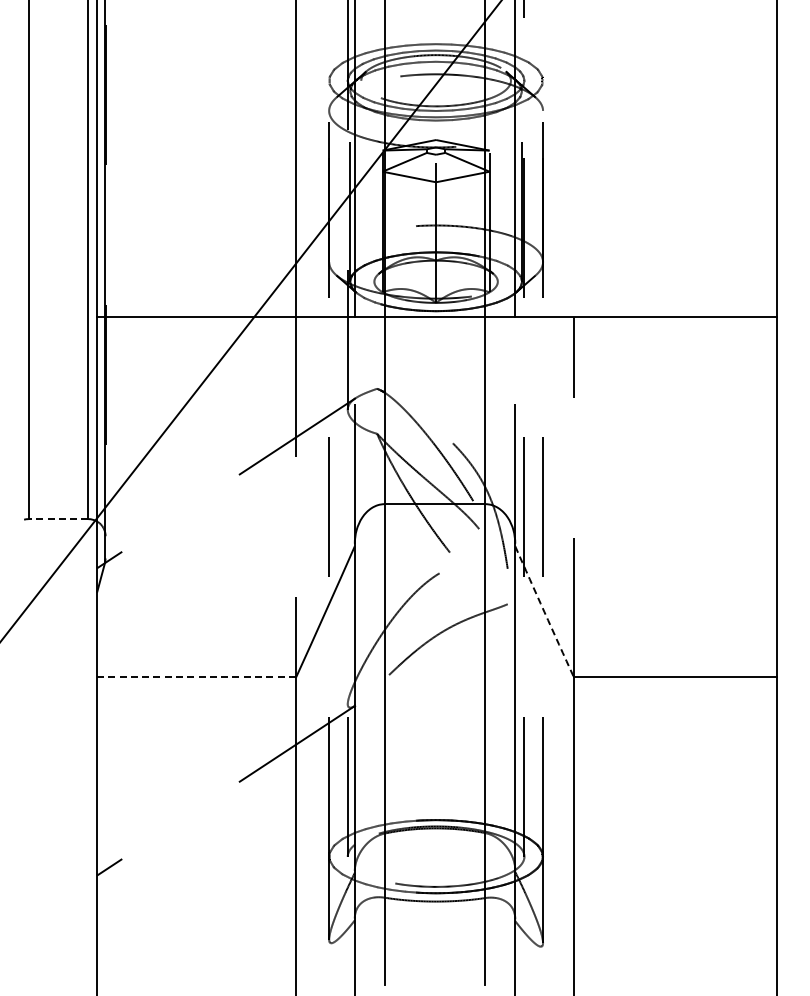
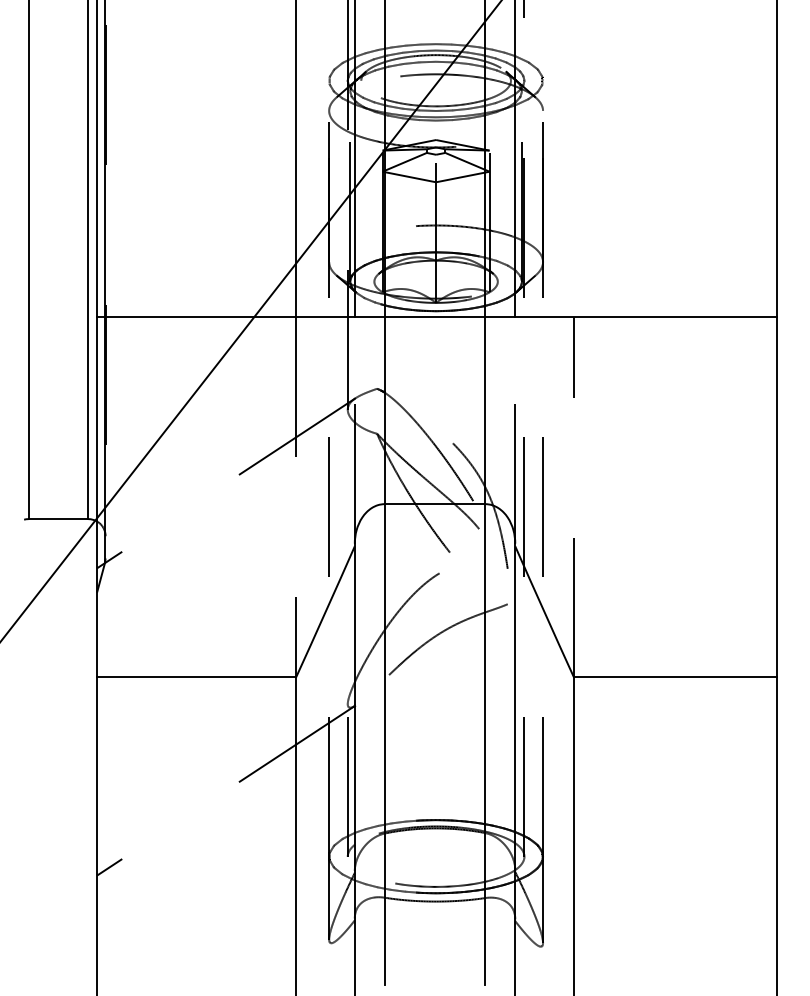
line at (58, 519): dashed -> solid
arc at (544, 611): dashed -> solid
line at (196, 677): dashed -> solid
